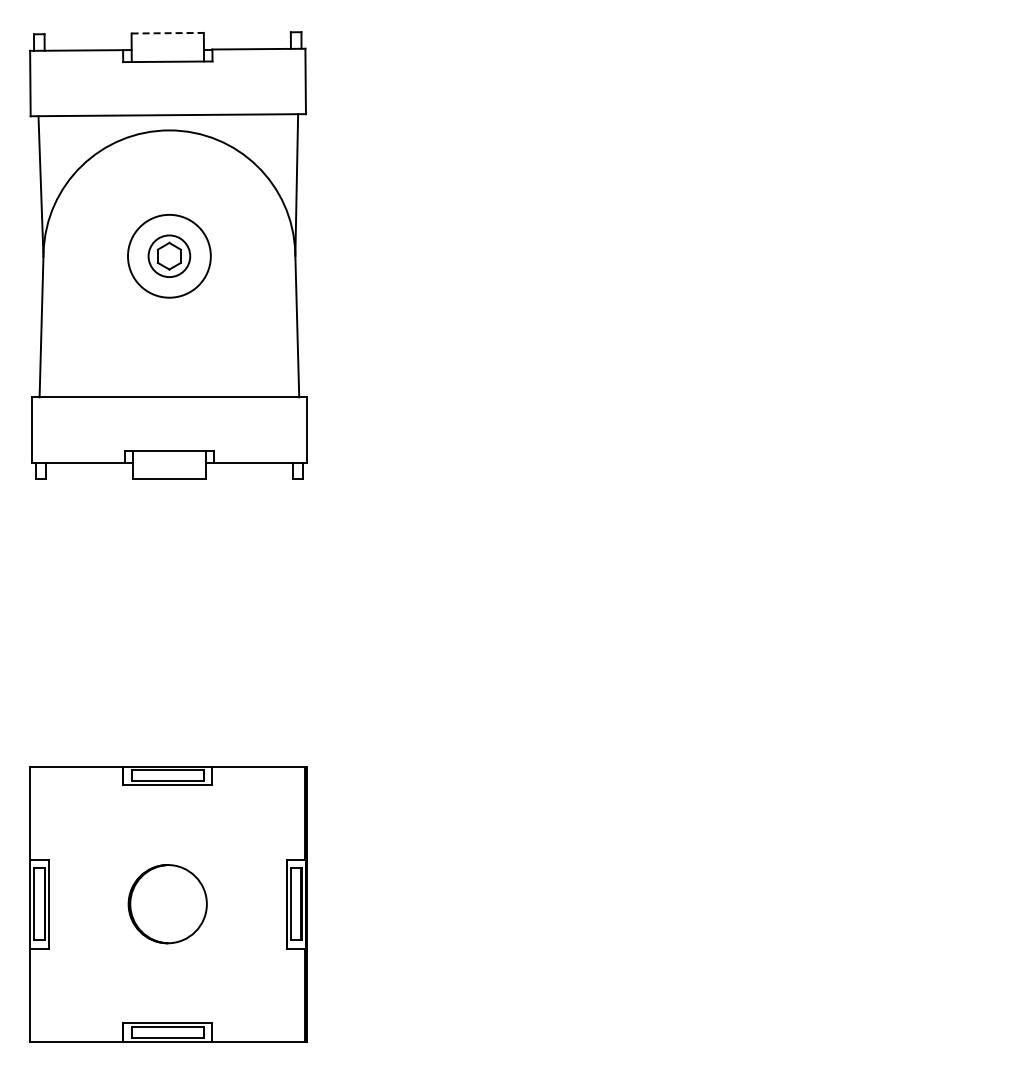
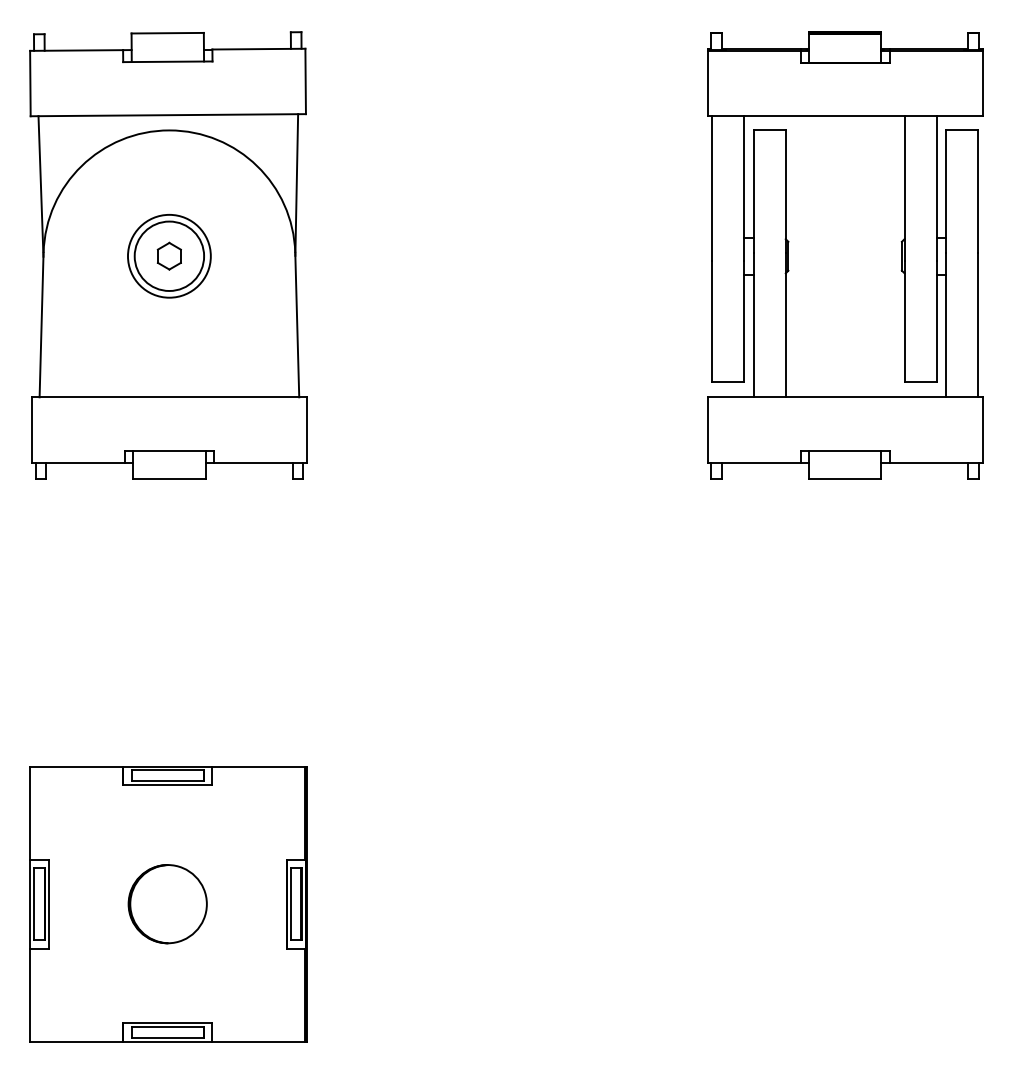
line at (168, 33): dashed -> solid
part at (845, 255): none -> present
circle at (169, 256) diameter: 42 px -> 69 px
